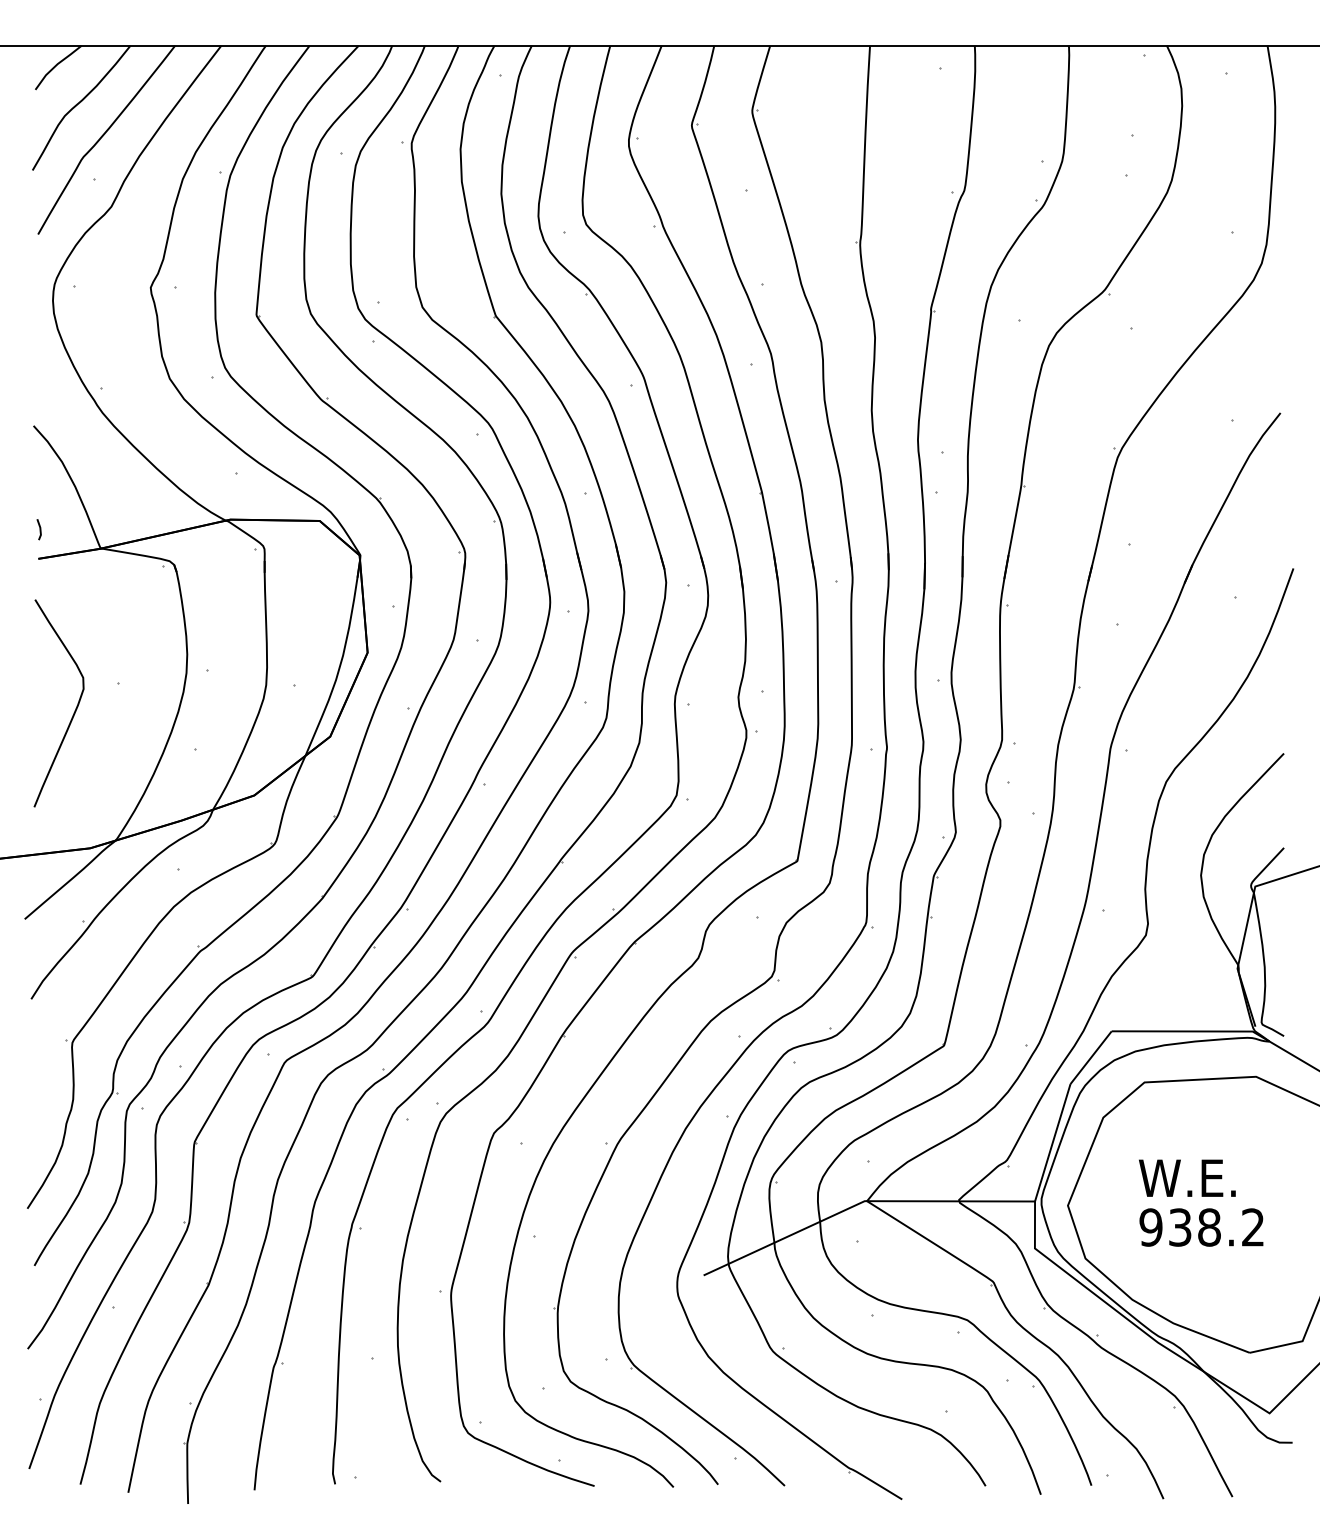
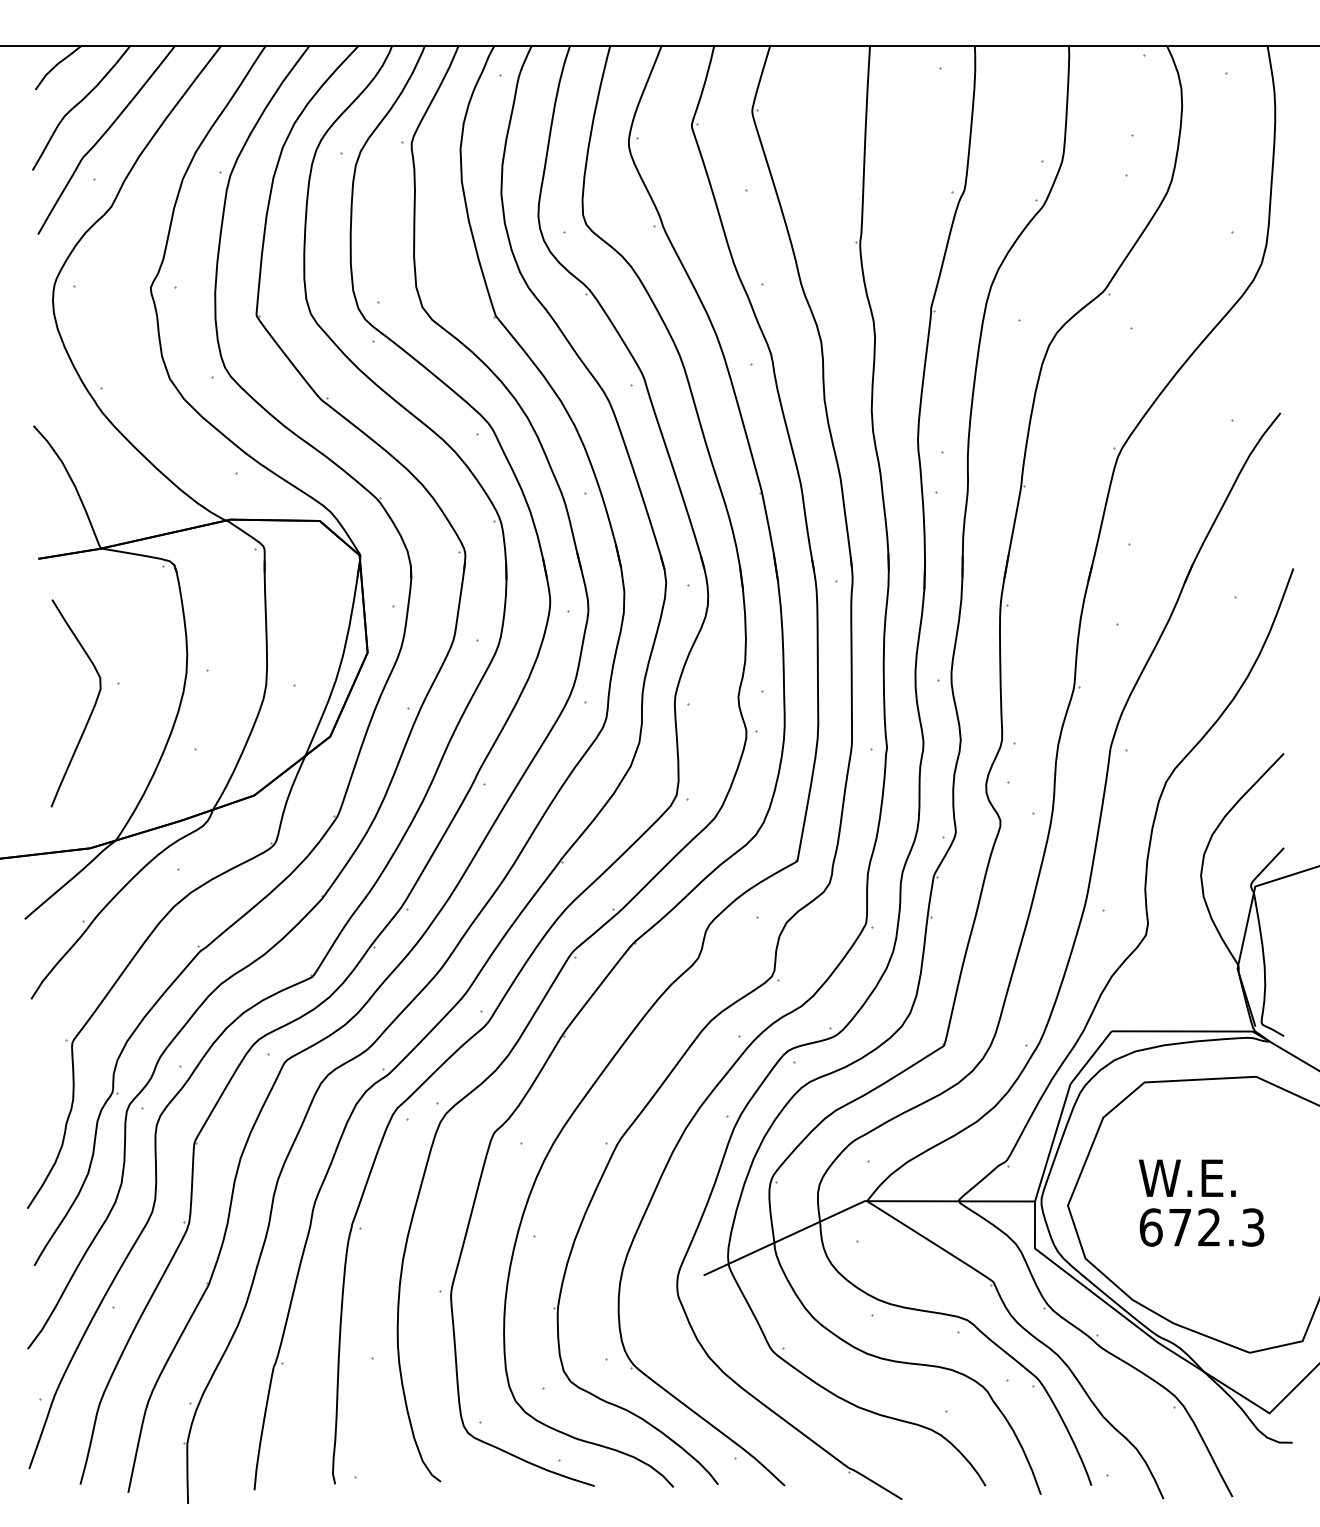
line at (39, 529): present -> none
curve at (74, 710) position: (74, 710) -> (91, 710)
text at (1201, 1227): 938.2 -> 672.3
